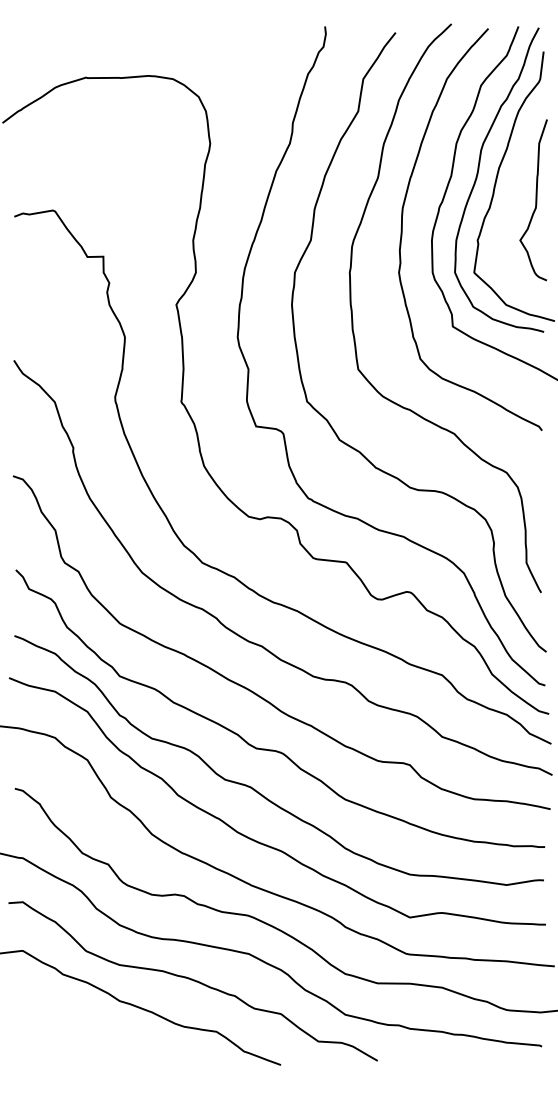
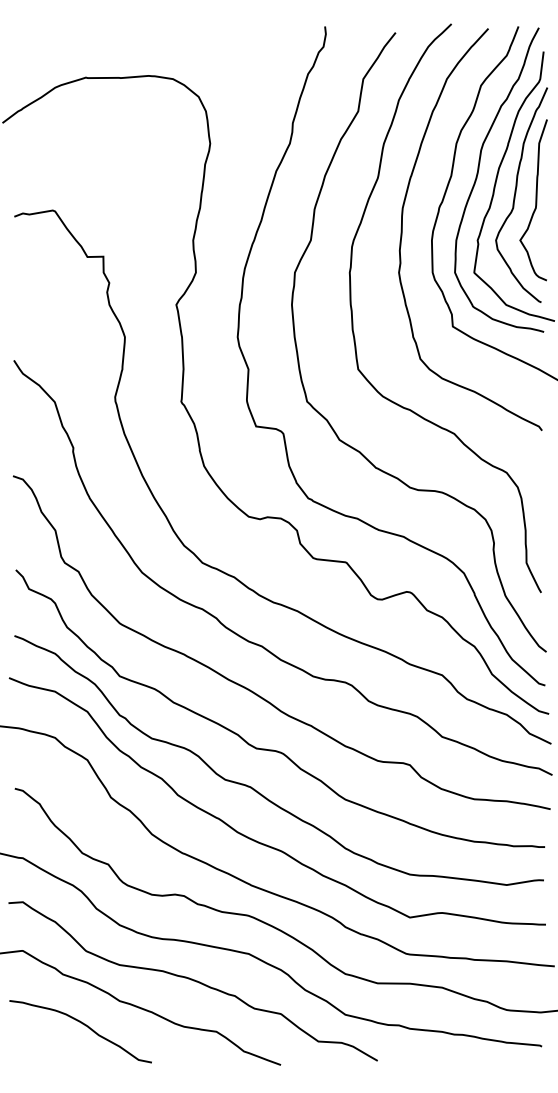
curve at (516, 193): none -> present
curve at (85, 1026): none -> present
